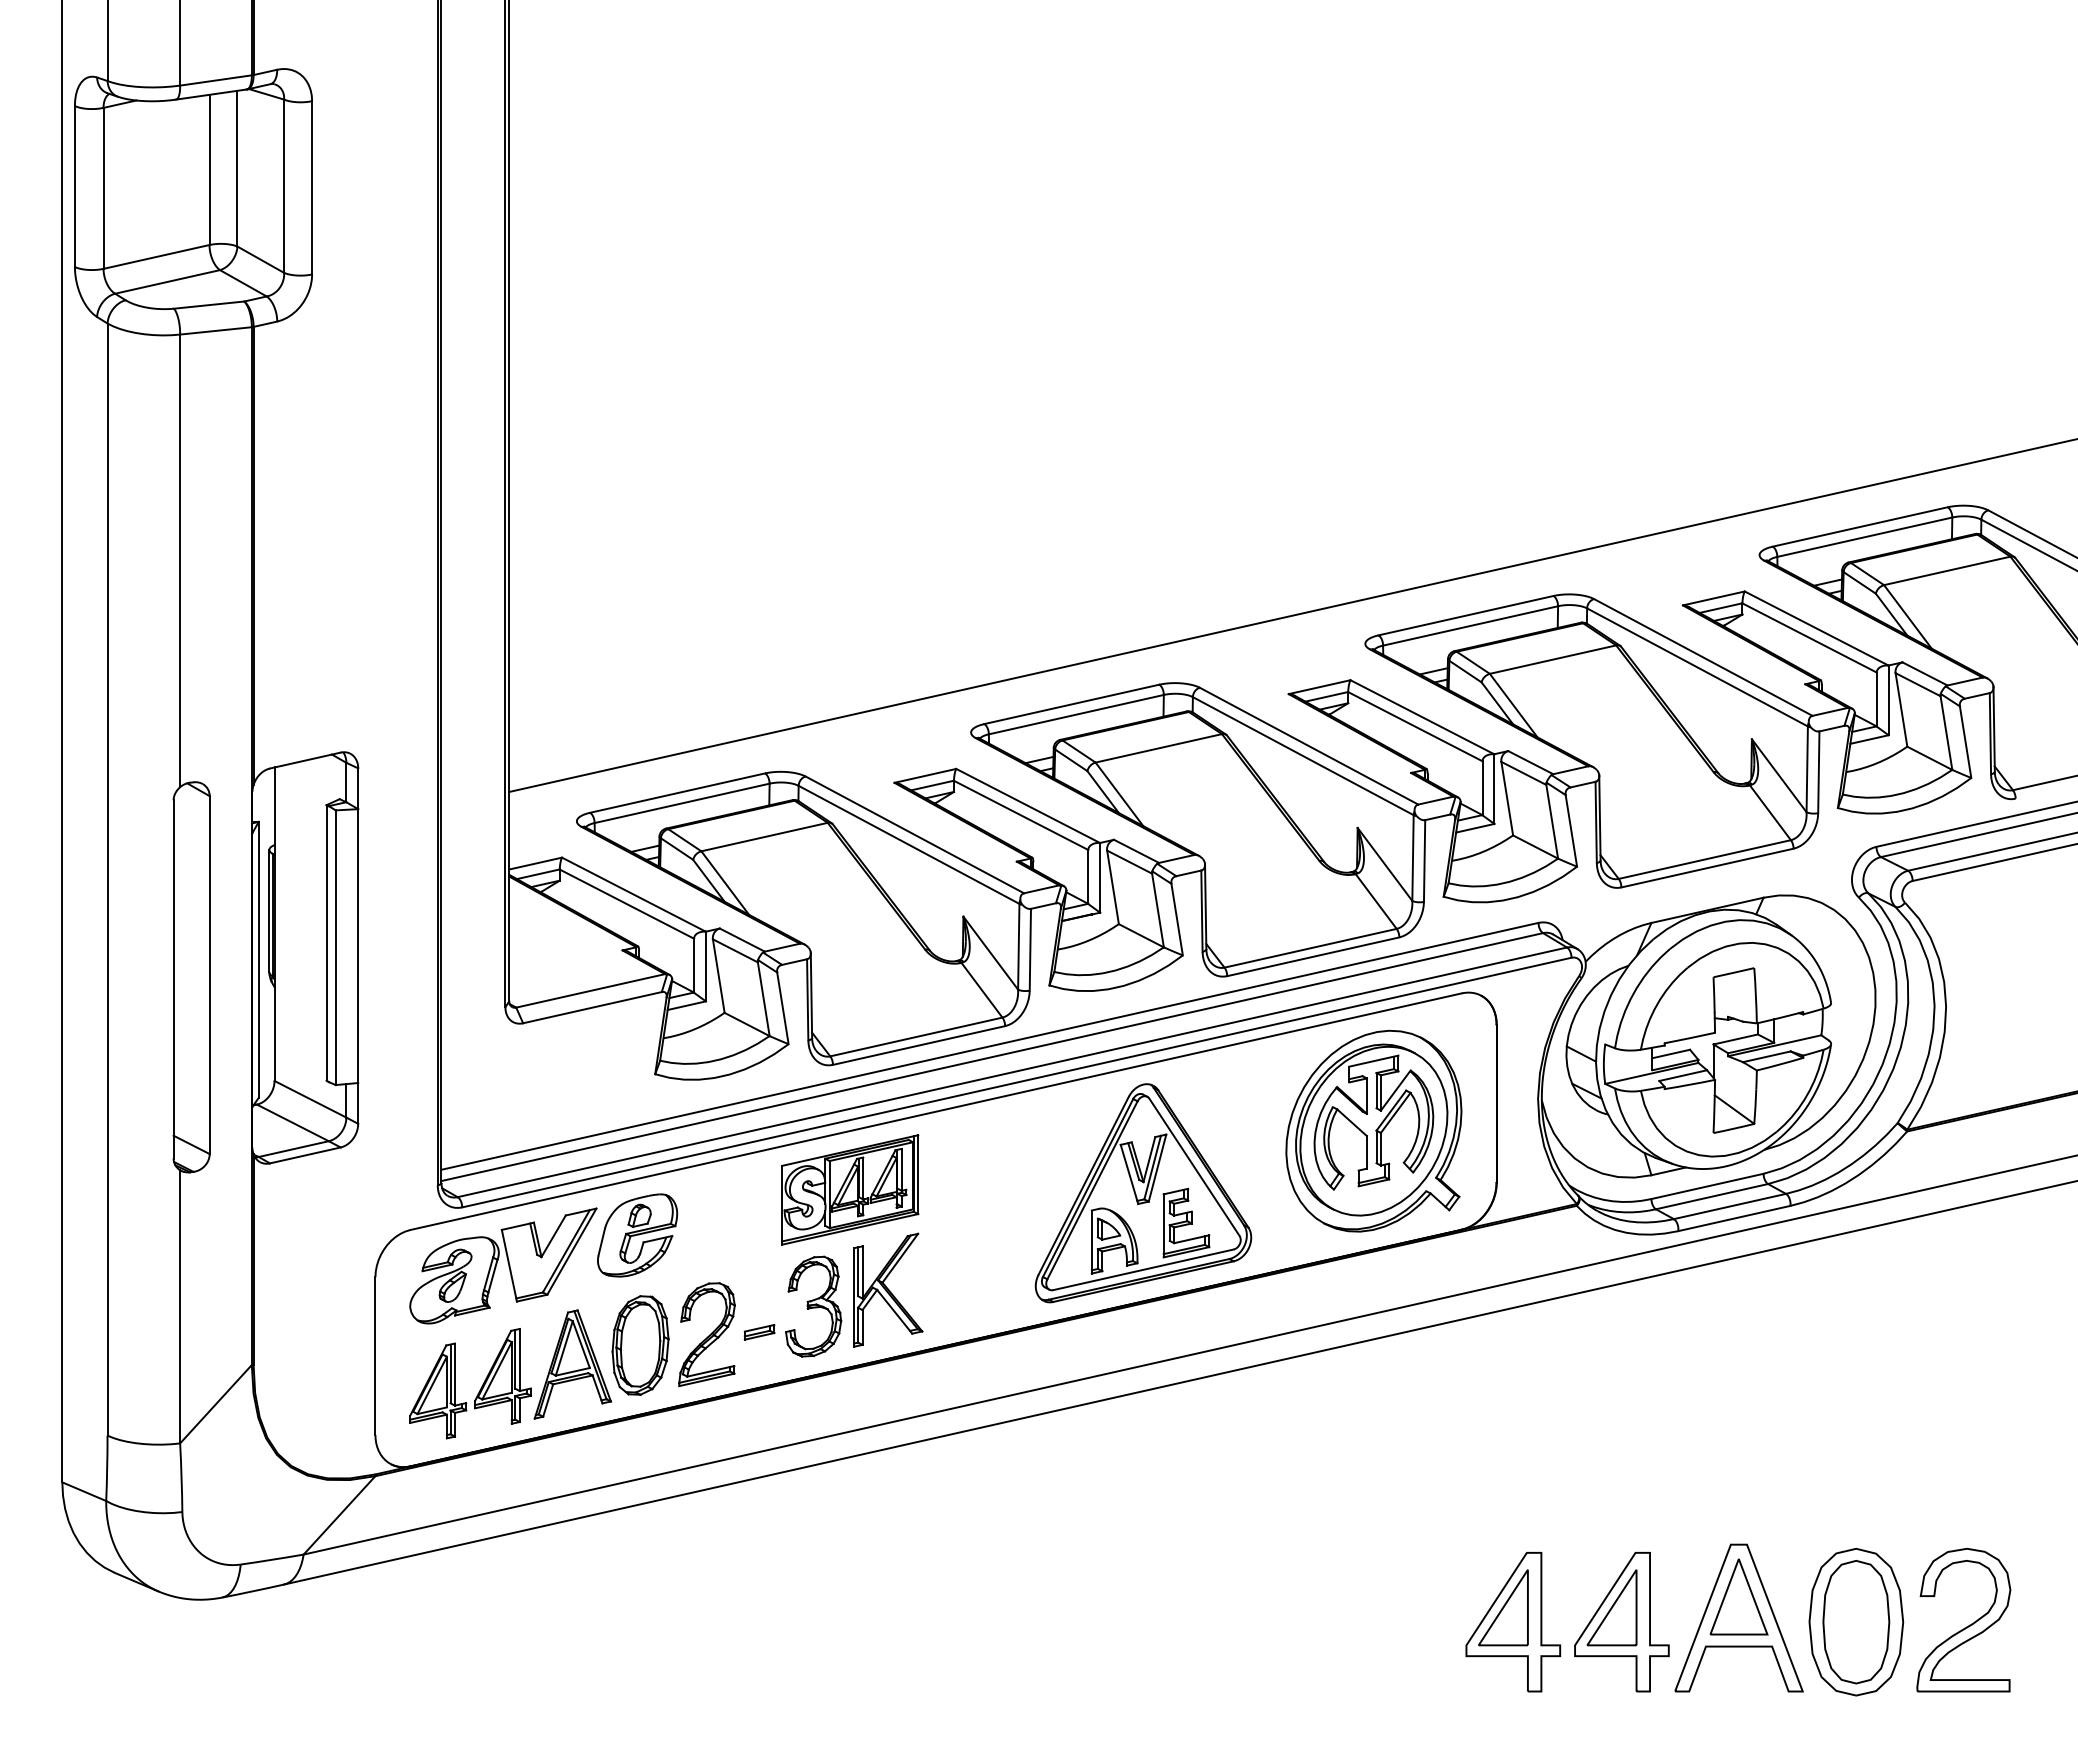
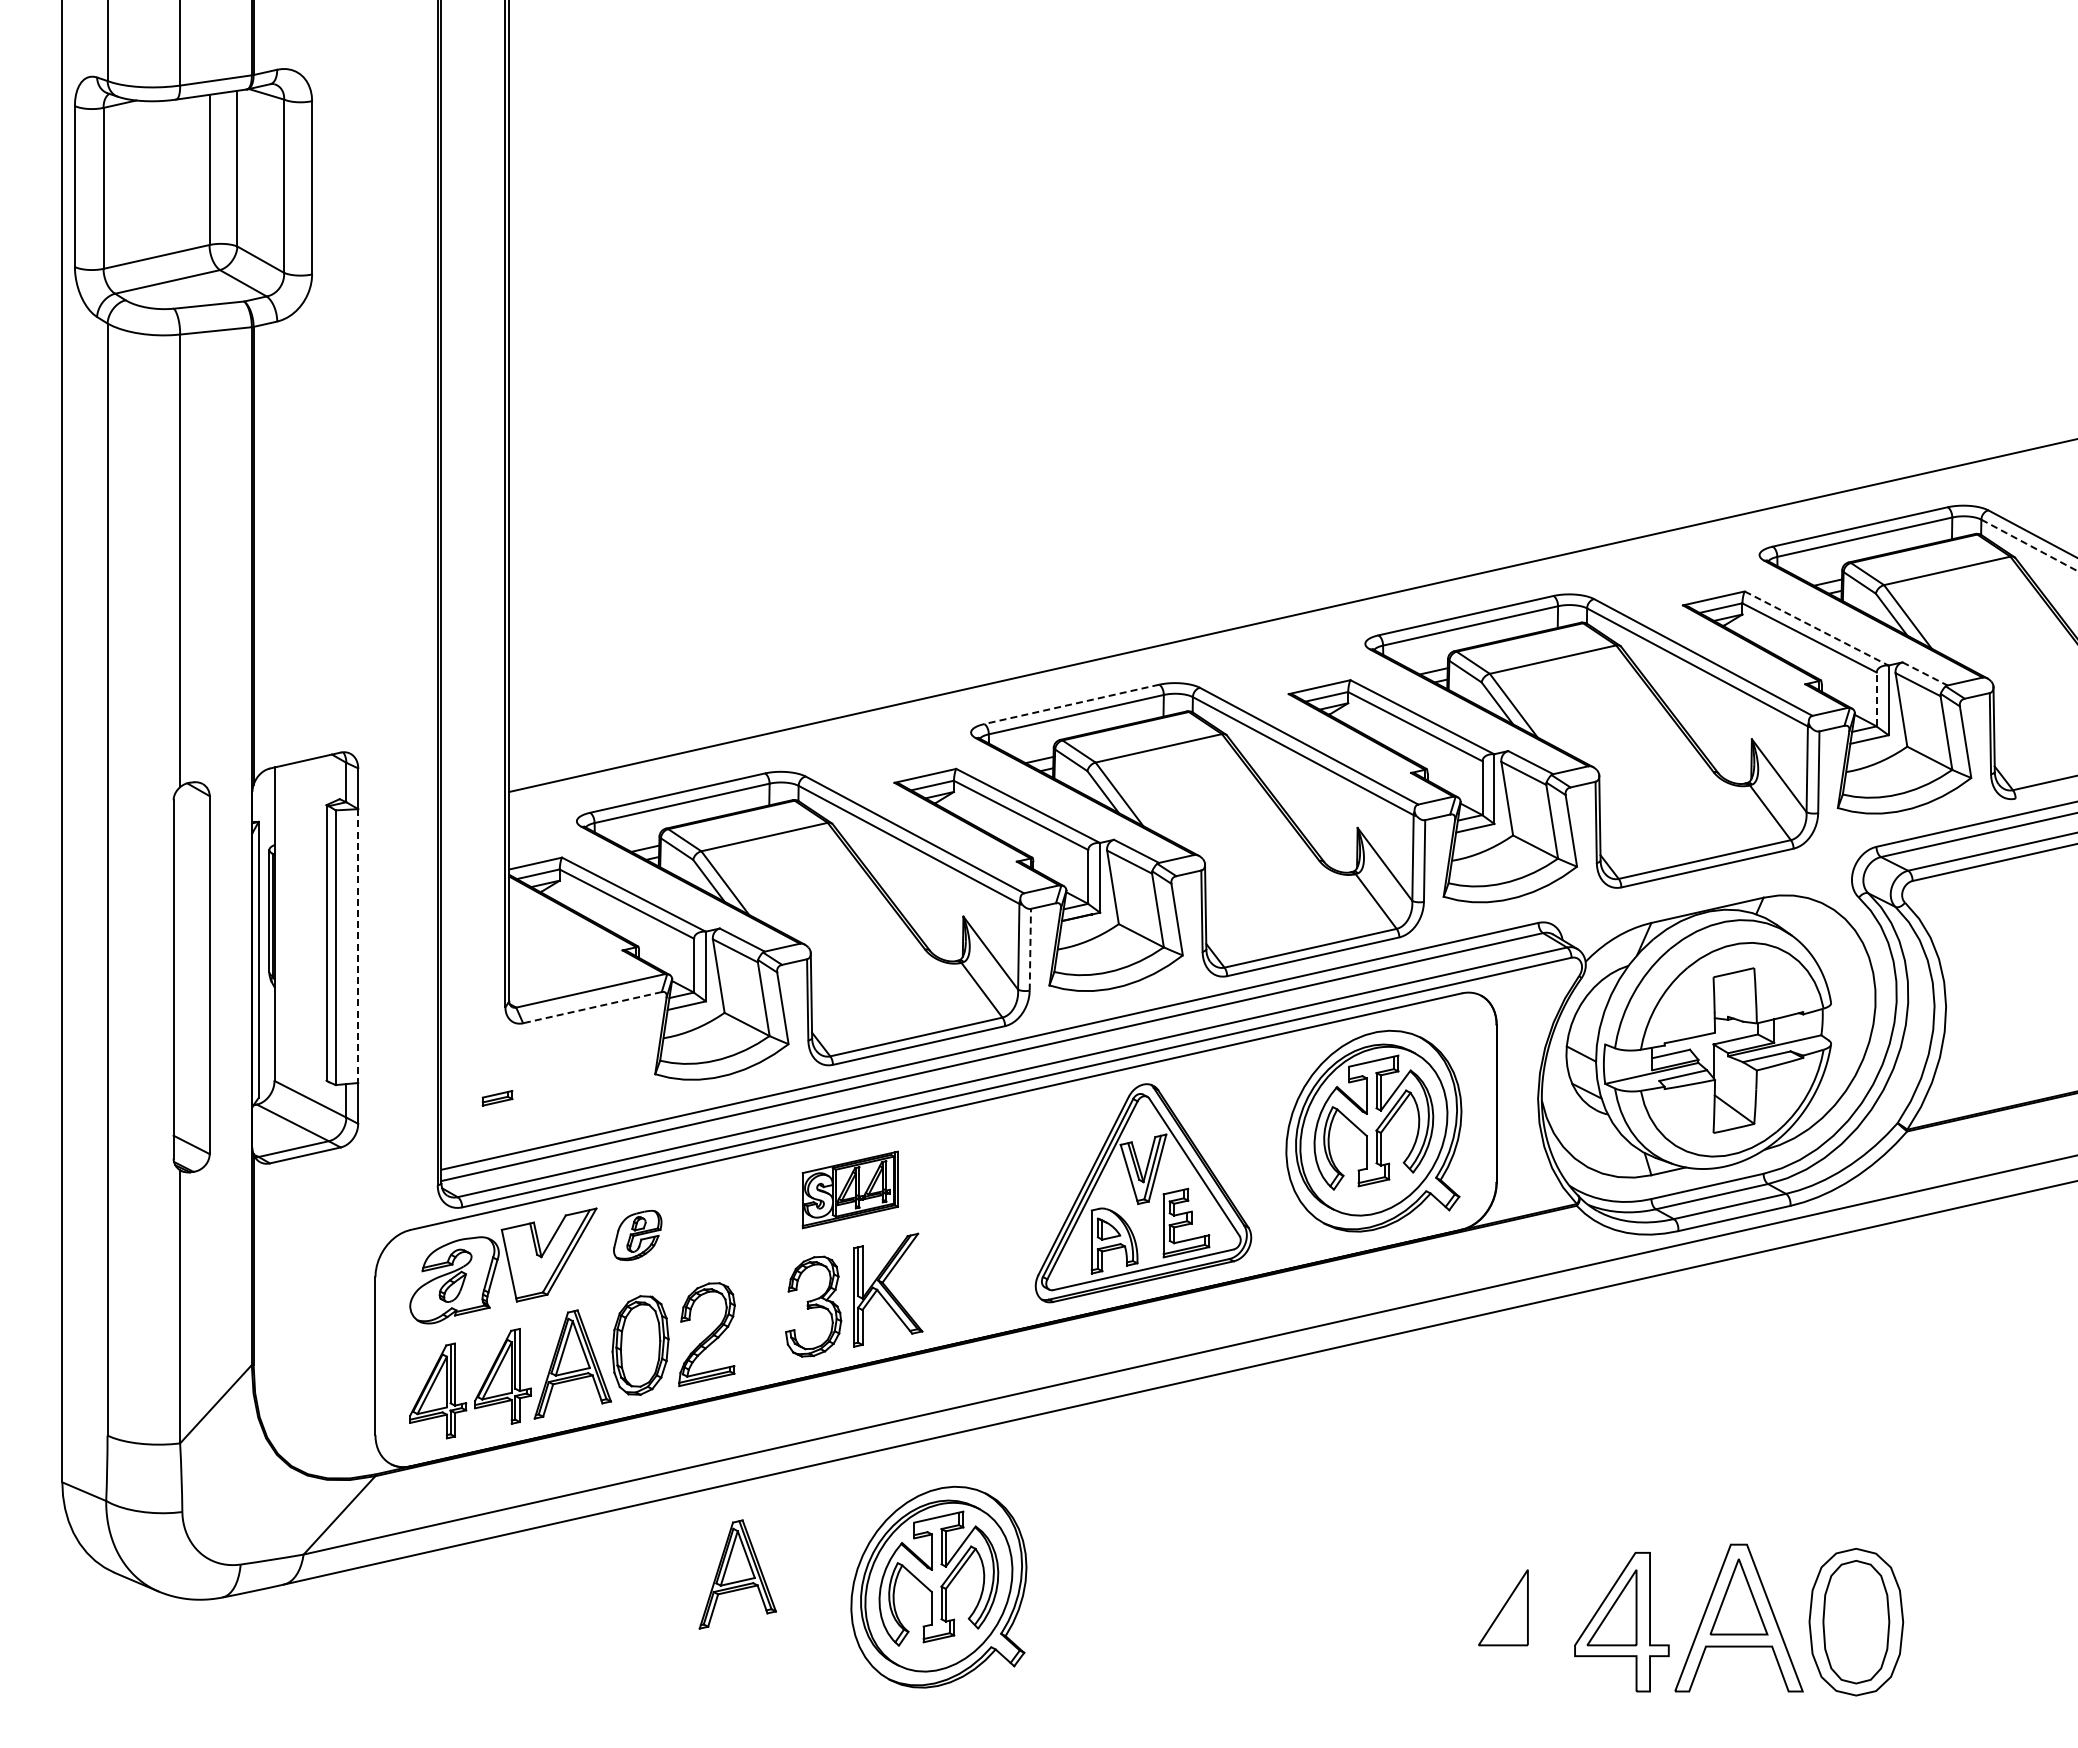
line at (2029, 545): solid -> dashed
line at (1816, 628): solid -> dashed
line at (1925, 674): solid -> dashed
line at (1876, 699): solid -> dashed
line at (1071, 704): solid -> dashed
line at (358, 946): solid -> dashed
line at (1030, 949): solid -> dashed
line at (591, 1007): solid -> dashed
part at (850, 1189) size: 139x112 px -> 98x80 px
part at (637, 1235) size: 82x85 px -> 50x53 px
part at (759, 1332) position: (759, 1332) -> (497, 1098)
part at (737, 1574): none -> present
part at (938, 1586): none -> present
part at (1513, 1622): present -> none
part at (1966, 1626): present -> none
